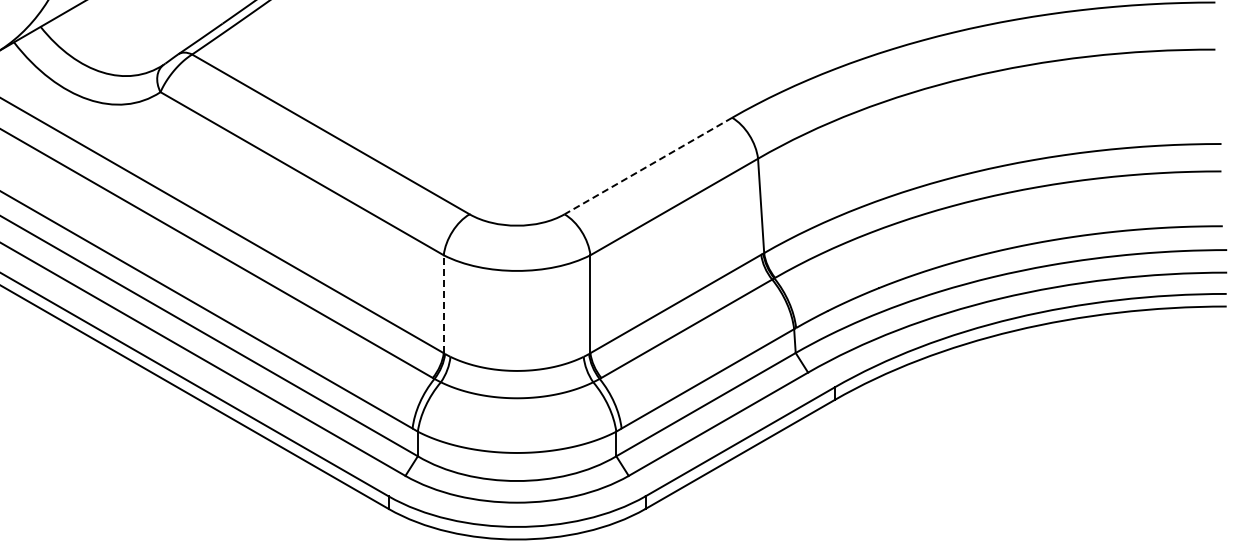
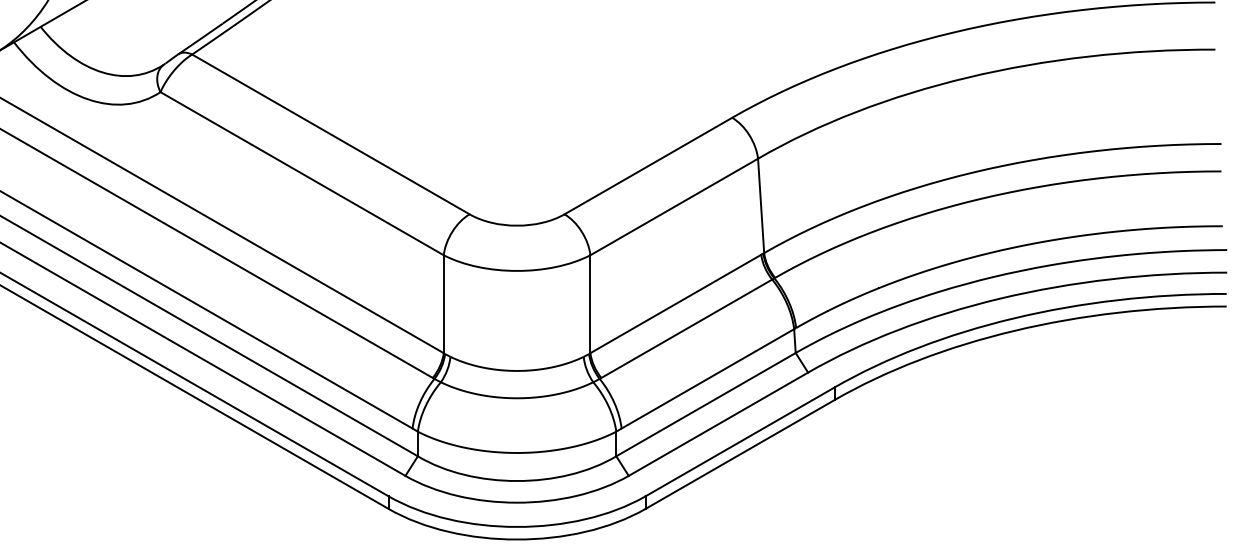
line at (648, 166): dashed -> solid
line at (443, 304): dashed -> solid
